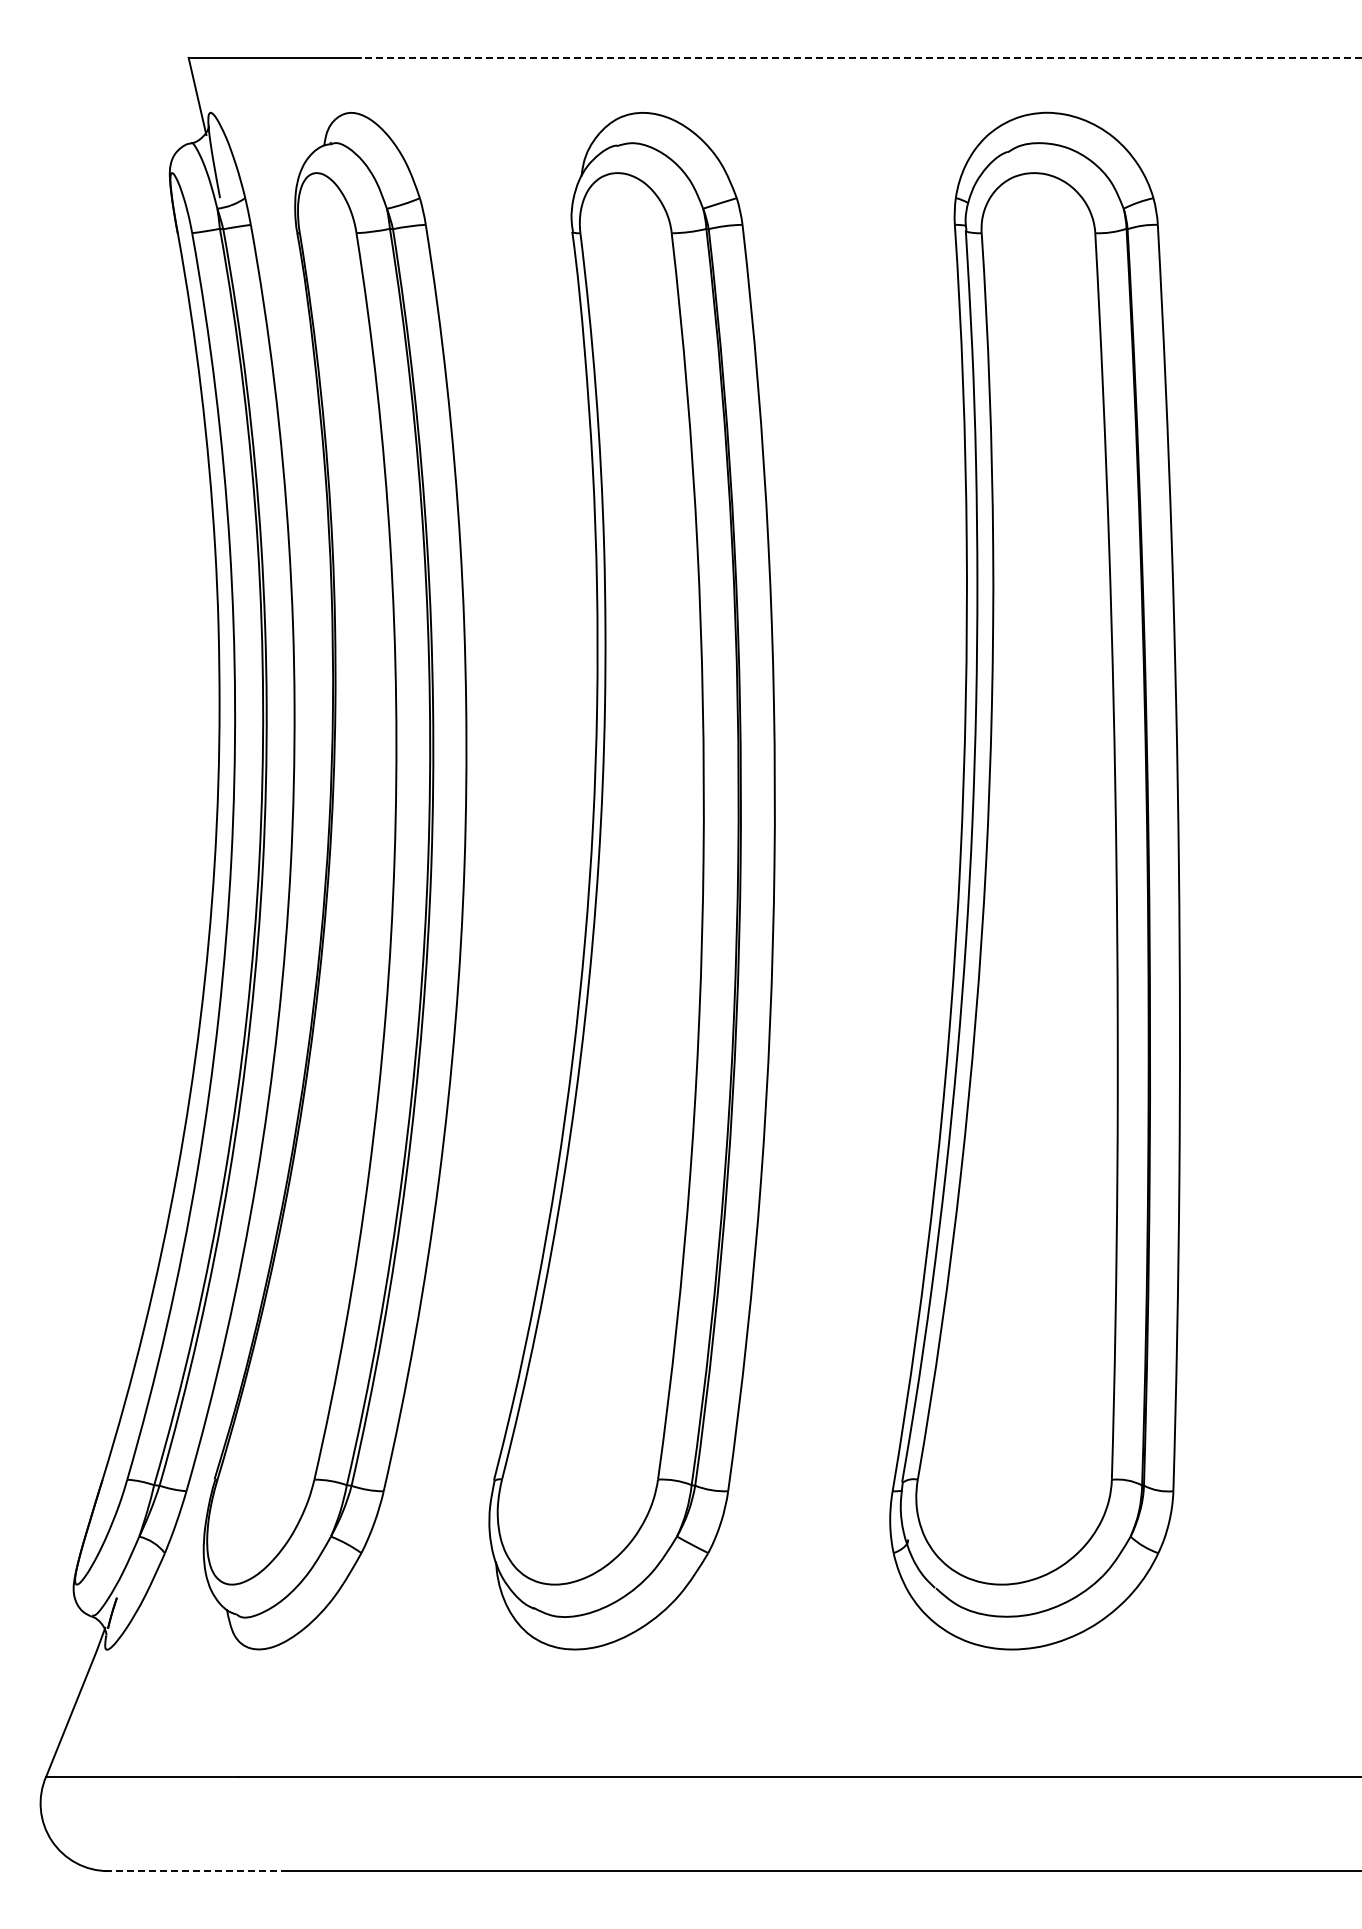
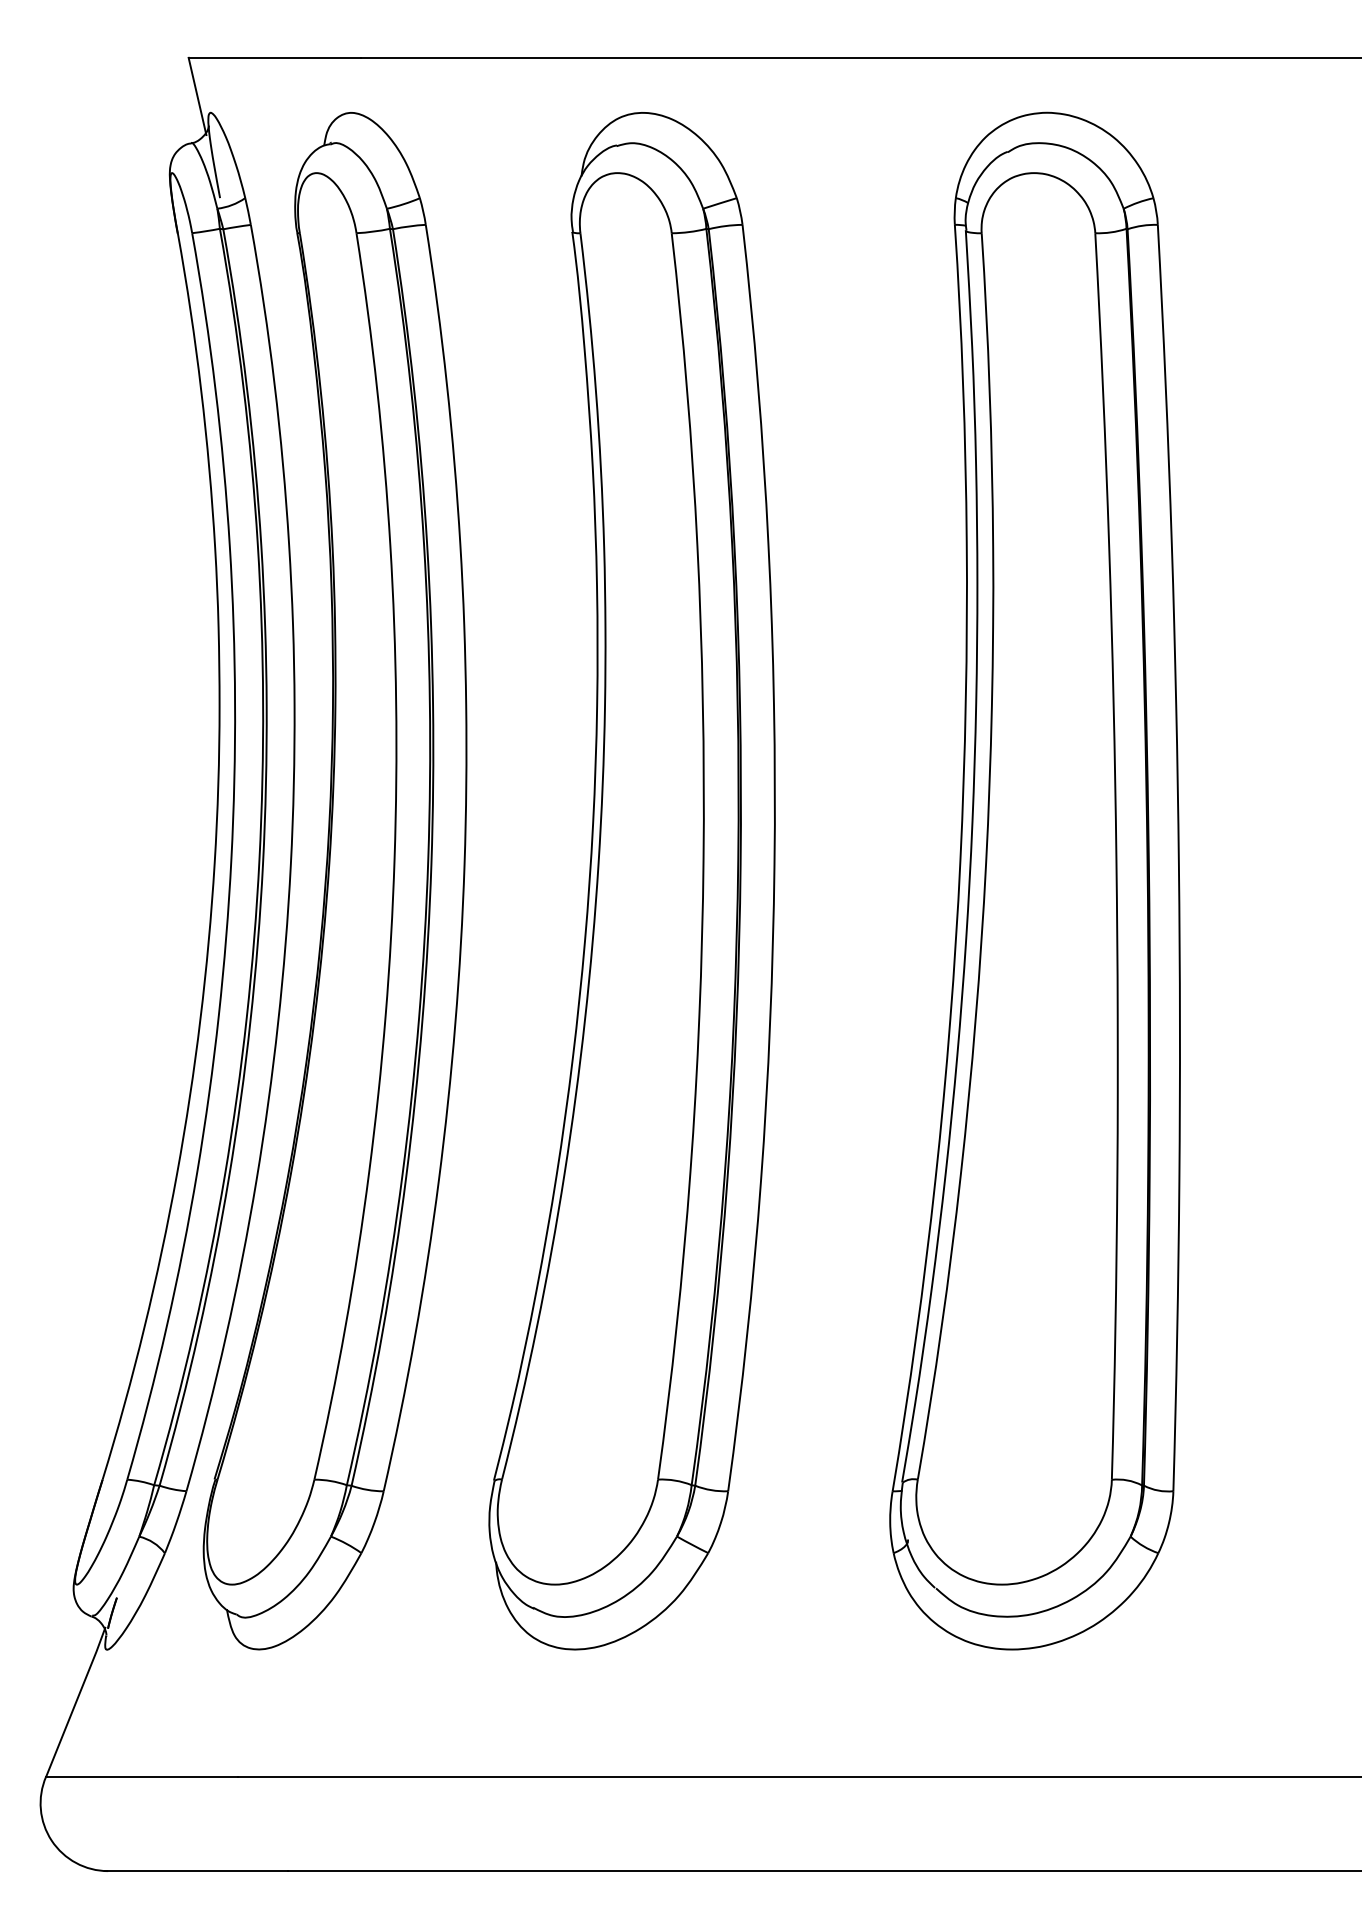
line at (860, 57): dashed -> solid
line at (196, 1871): dashed -> solid
